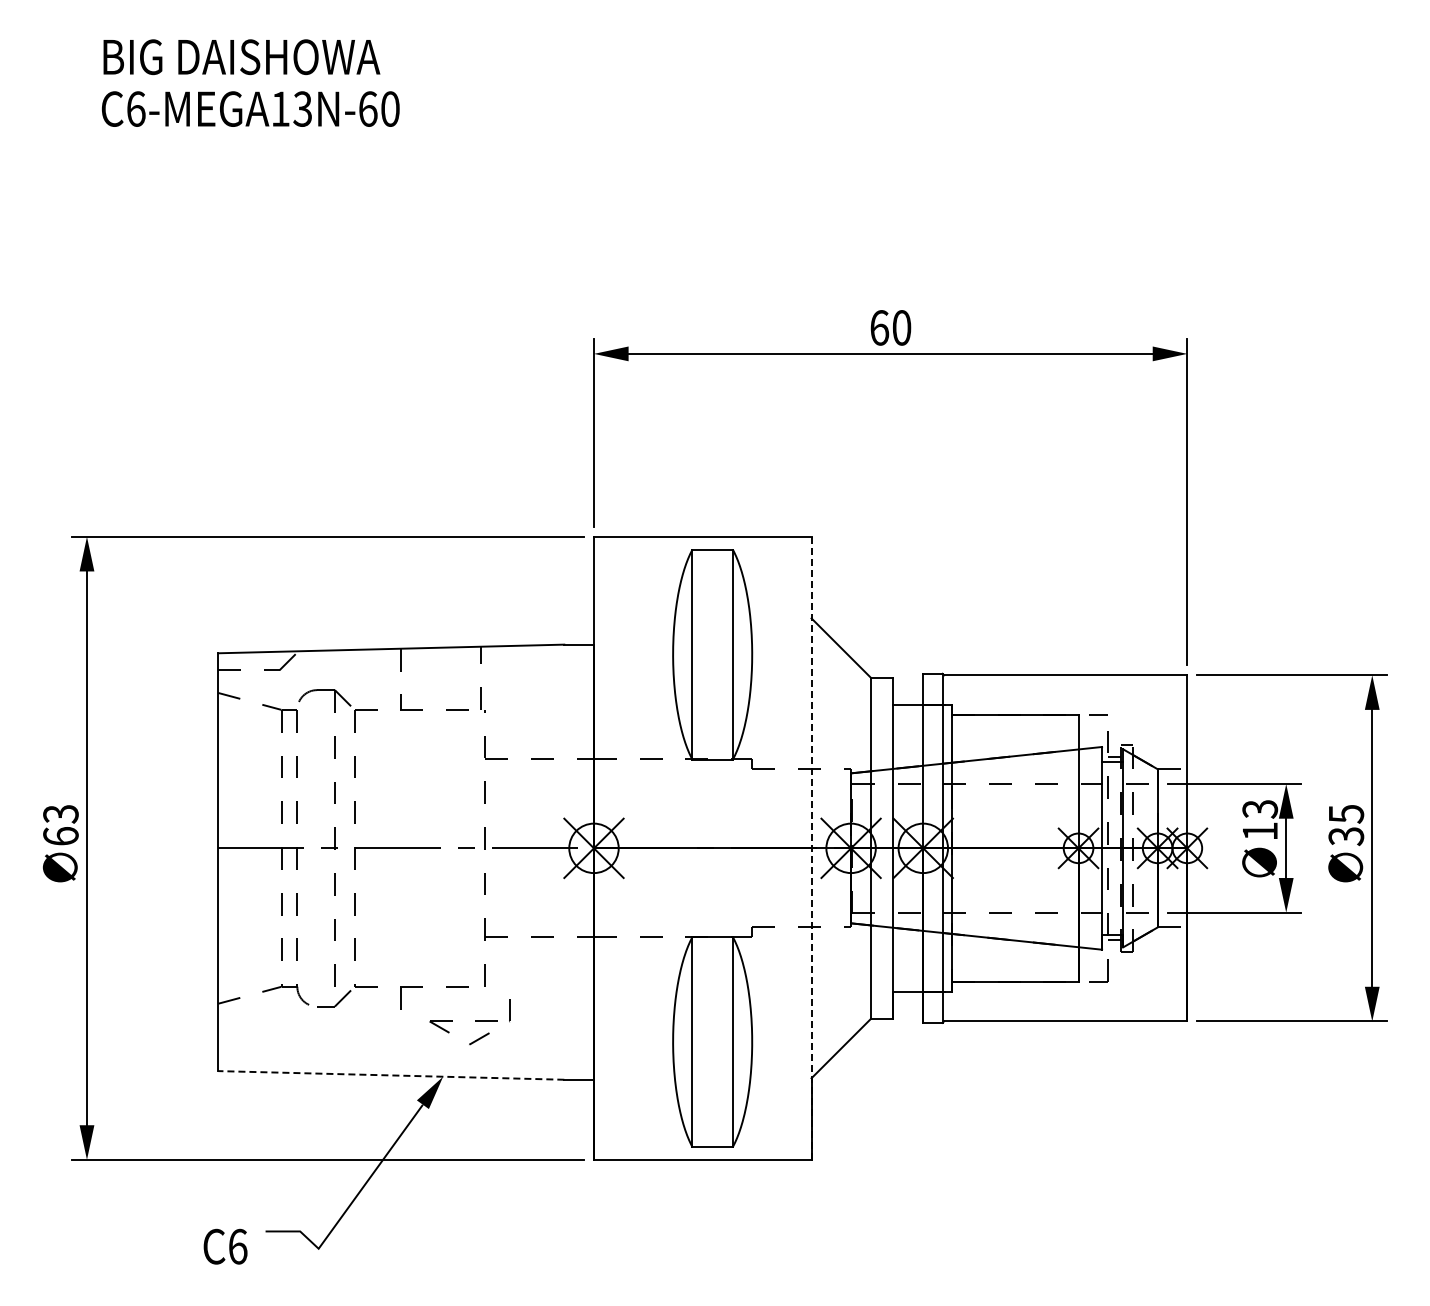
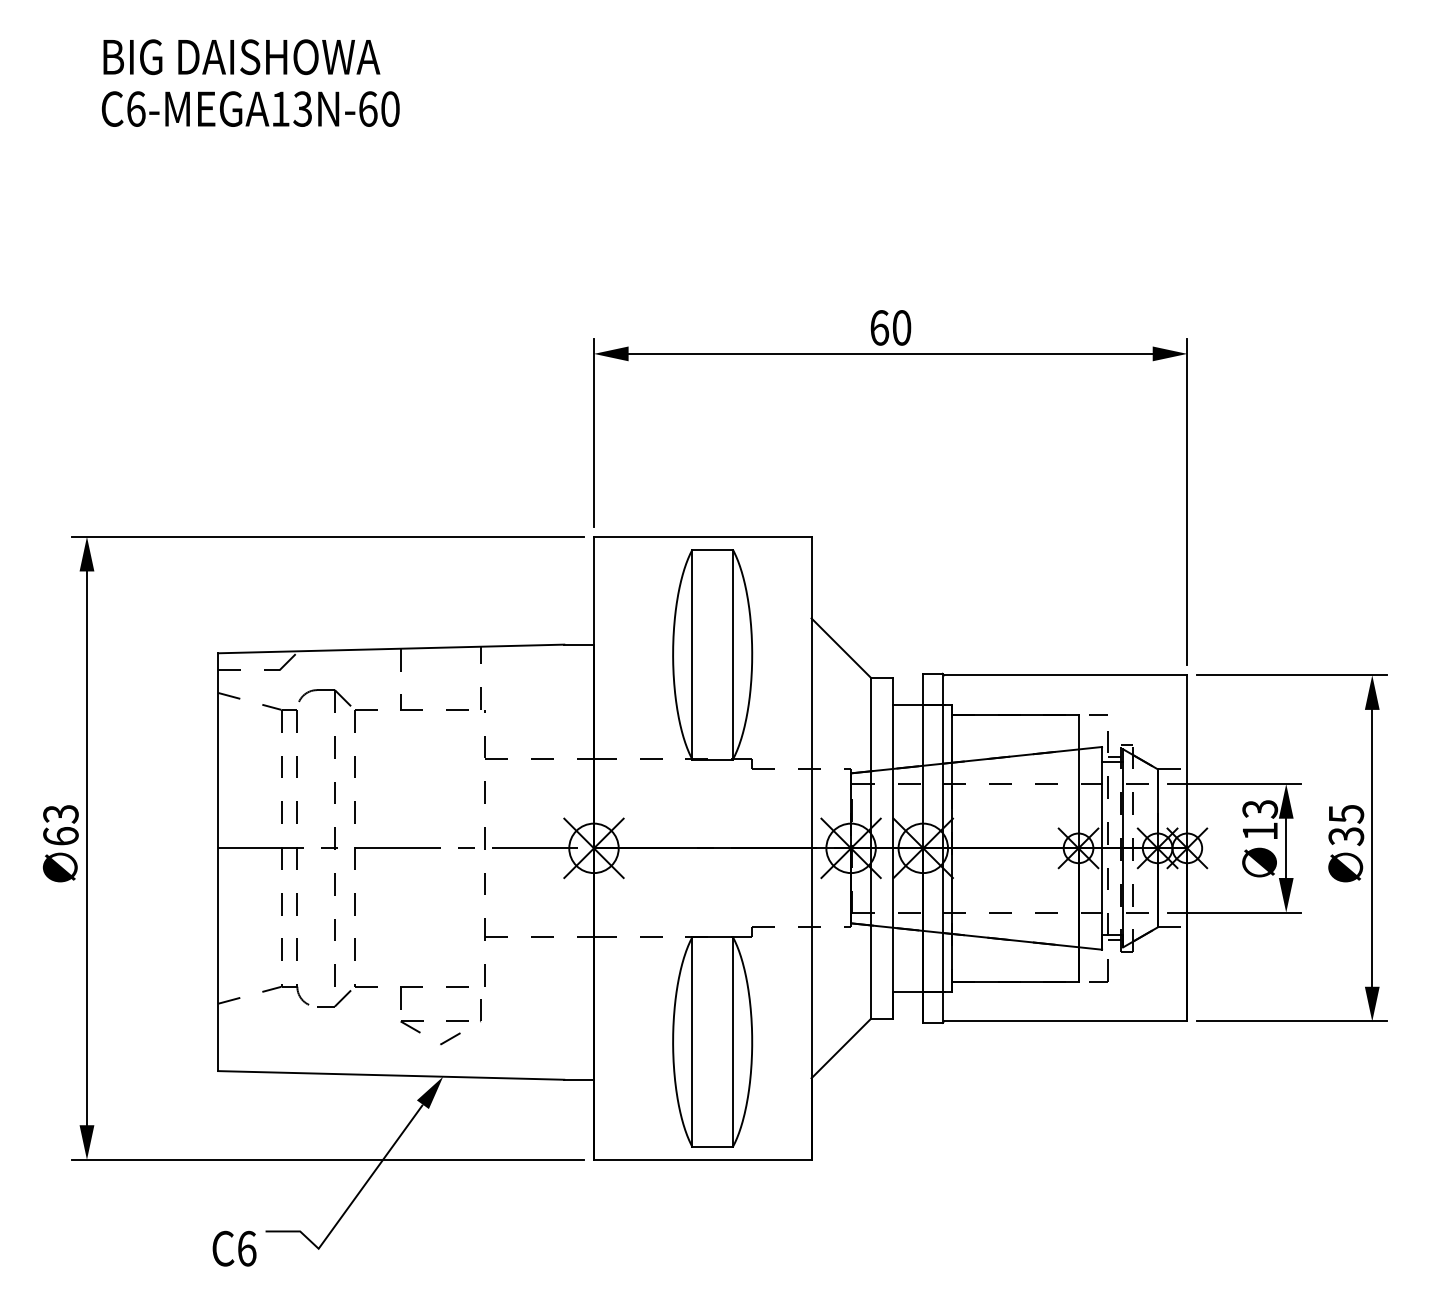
line at (811, 848): dashed -> solid
part at (475, 1021) position: (475, 1021) -> (446, 1021)
line at (390, 1075): dashed -> solid
text at (225, 1246) position: (225, 1246) -> (234, 1248)
